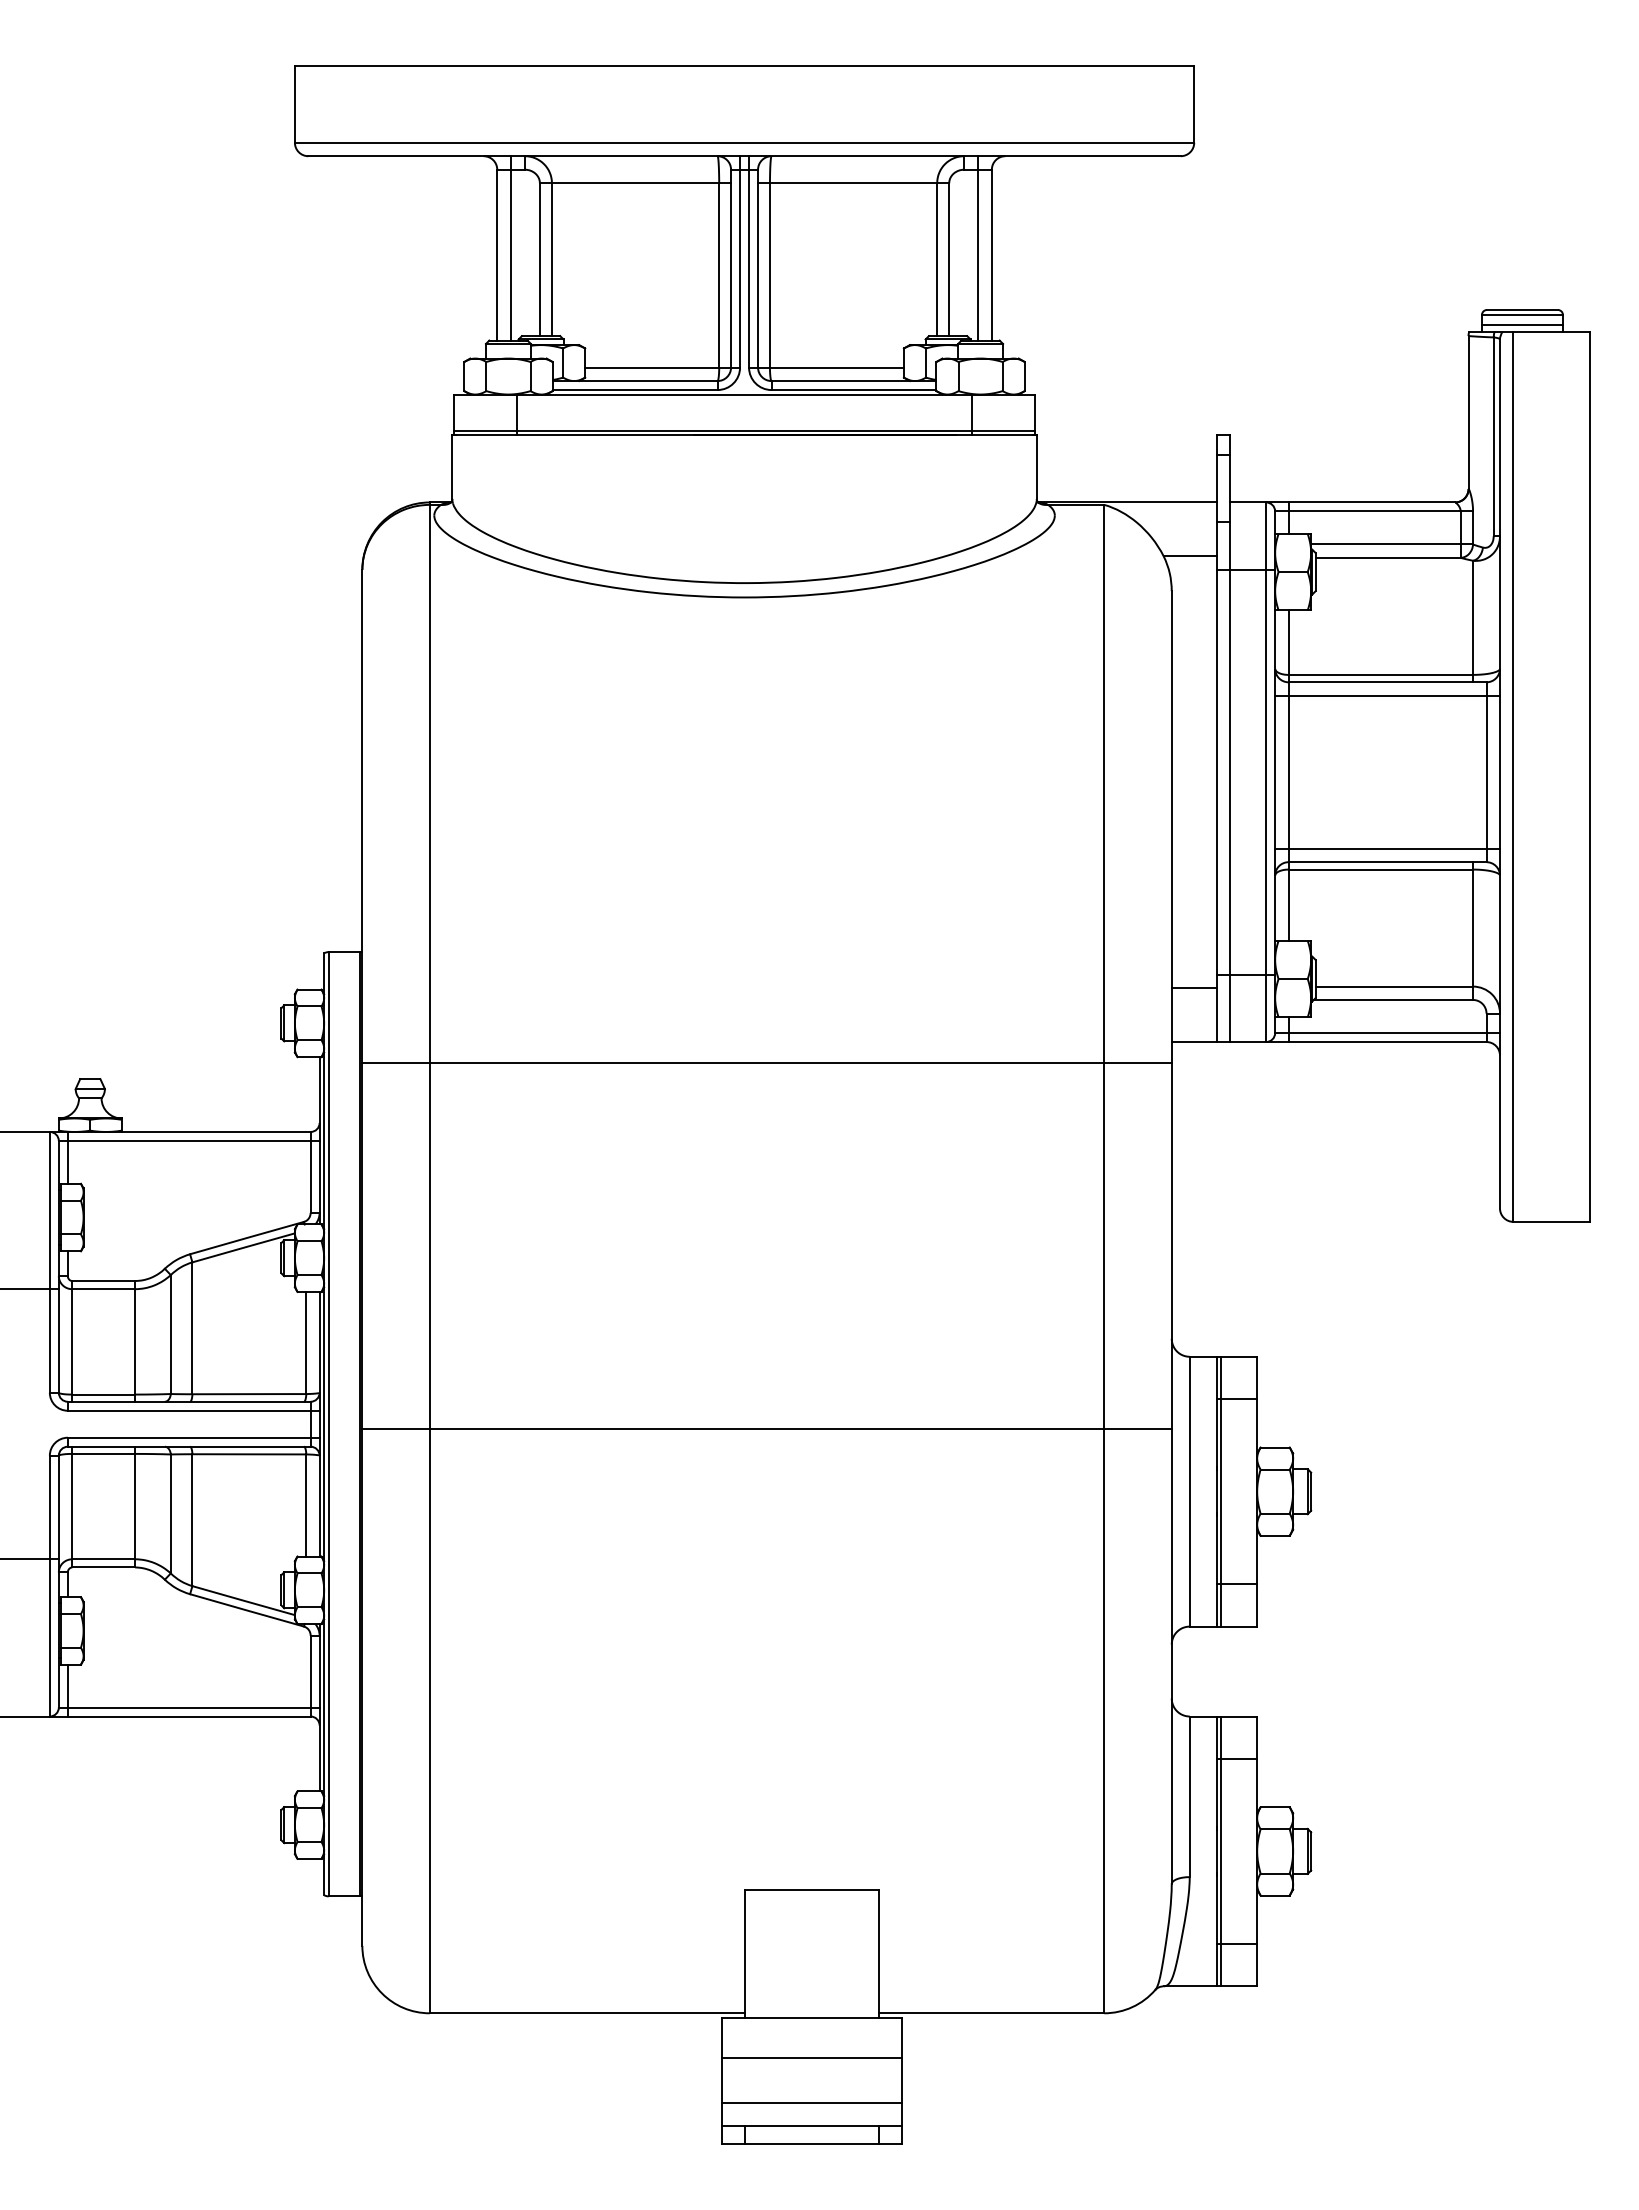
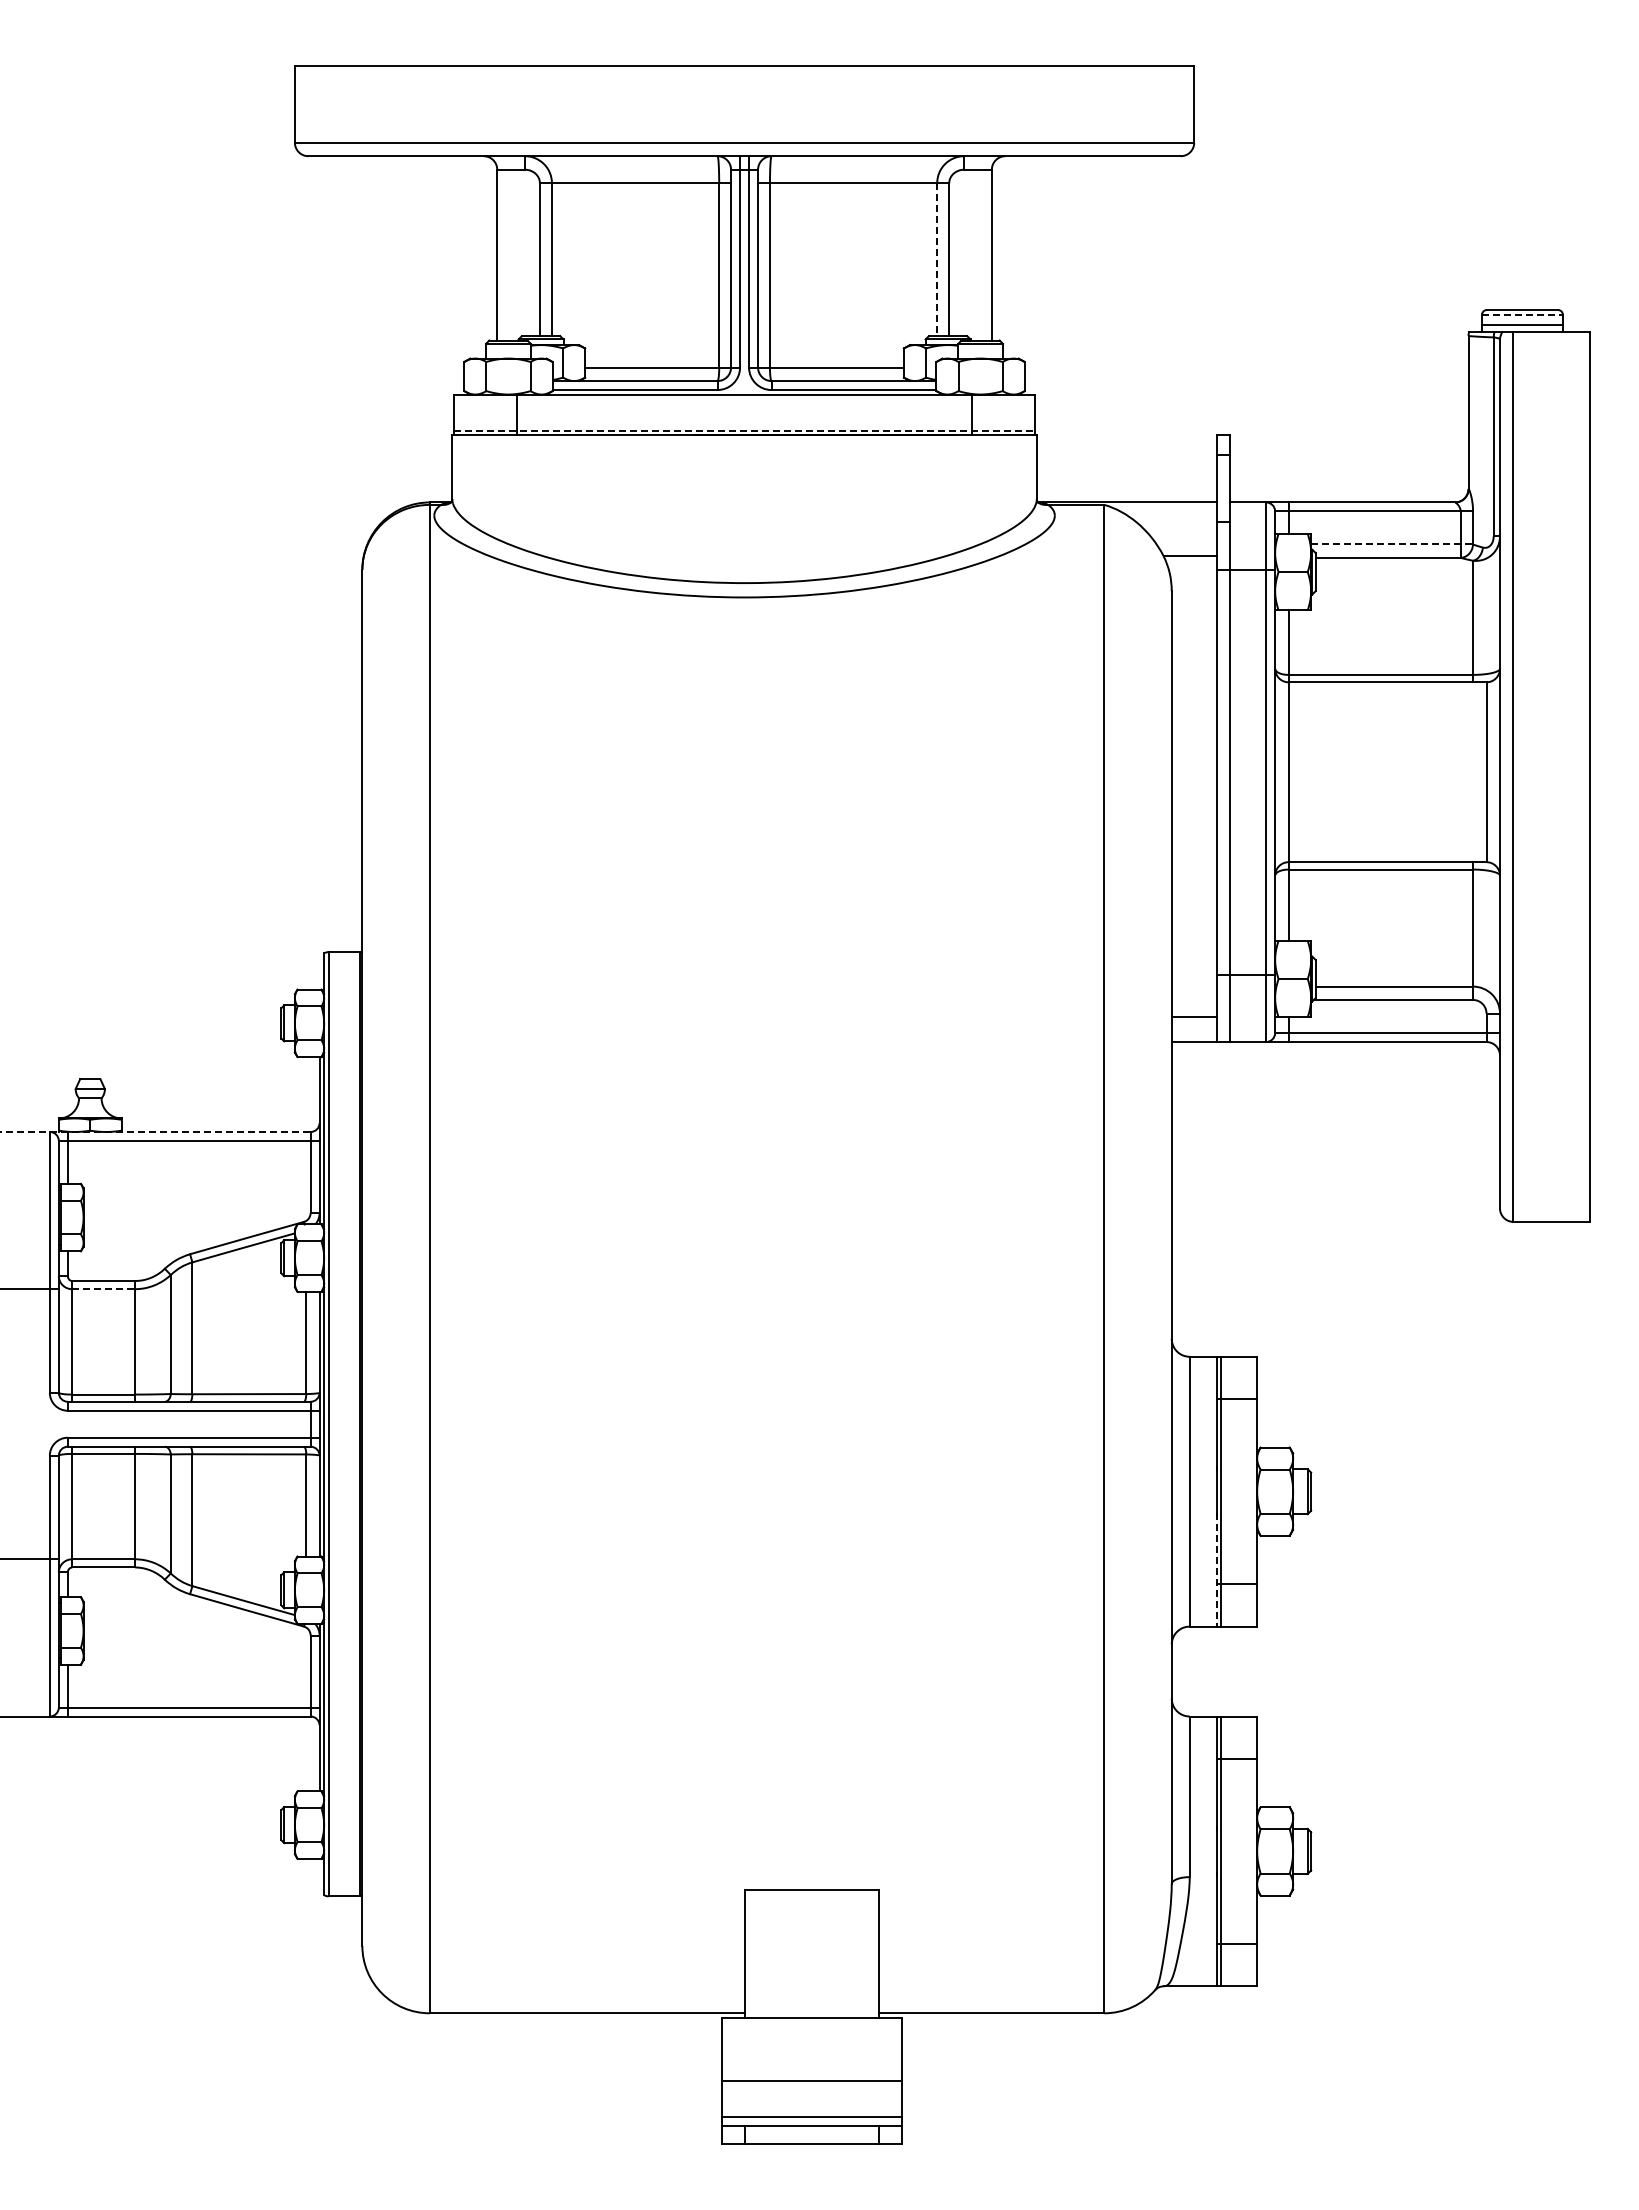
line at (510, 248): present -> none
line at (978, 248): present -> none
line at (937, 260): solid -> dashed
line at (1522, 314): solid -> dashed
line at (744, 430): solid -> dashed
line at (1392, 544): solid -> dashed
line at (1387, 695): present -> none
line at (1387, 848): present -> none
line at (1193, 988) position: (1193, 988) -> (1193, 1017)
line at (766, 1063): present -> none
line at (155, 1131): solid -> dashed
line at (104, 1289): solid -> dashed
line at (766, 1428): present -> none
line at (1216, 1568): solid -> dashed
line at (811, 2058) position: (811, 2058) -> (811, 2081)
line at (811, 2103) position: (811, 2103) -> (811, 2117)
